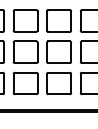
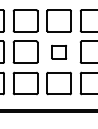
part at (58, 51) size: 26x24 px -> 17x16 px
